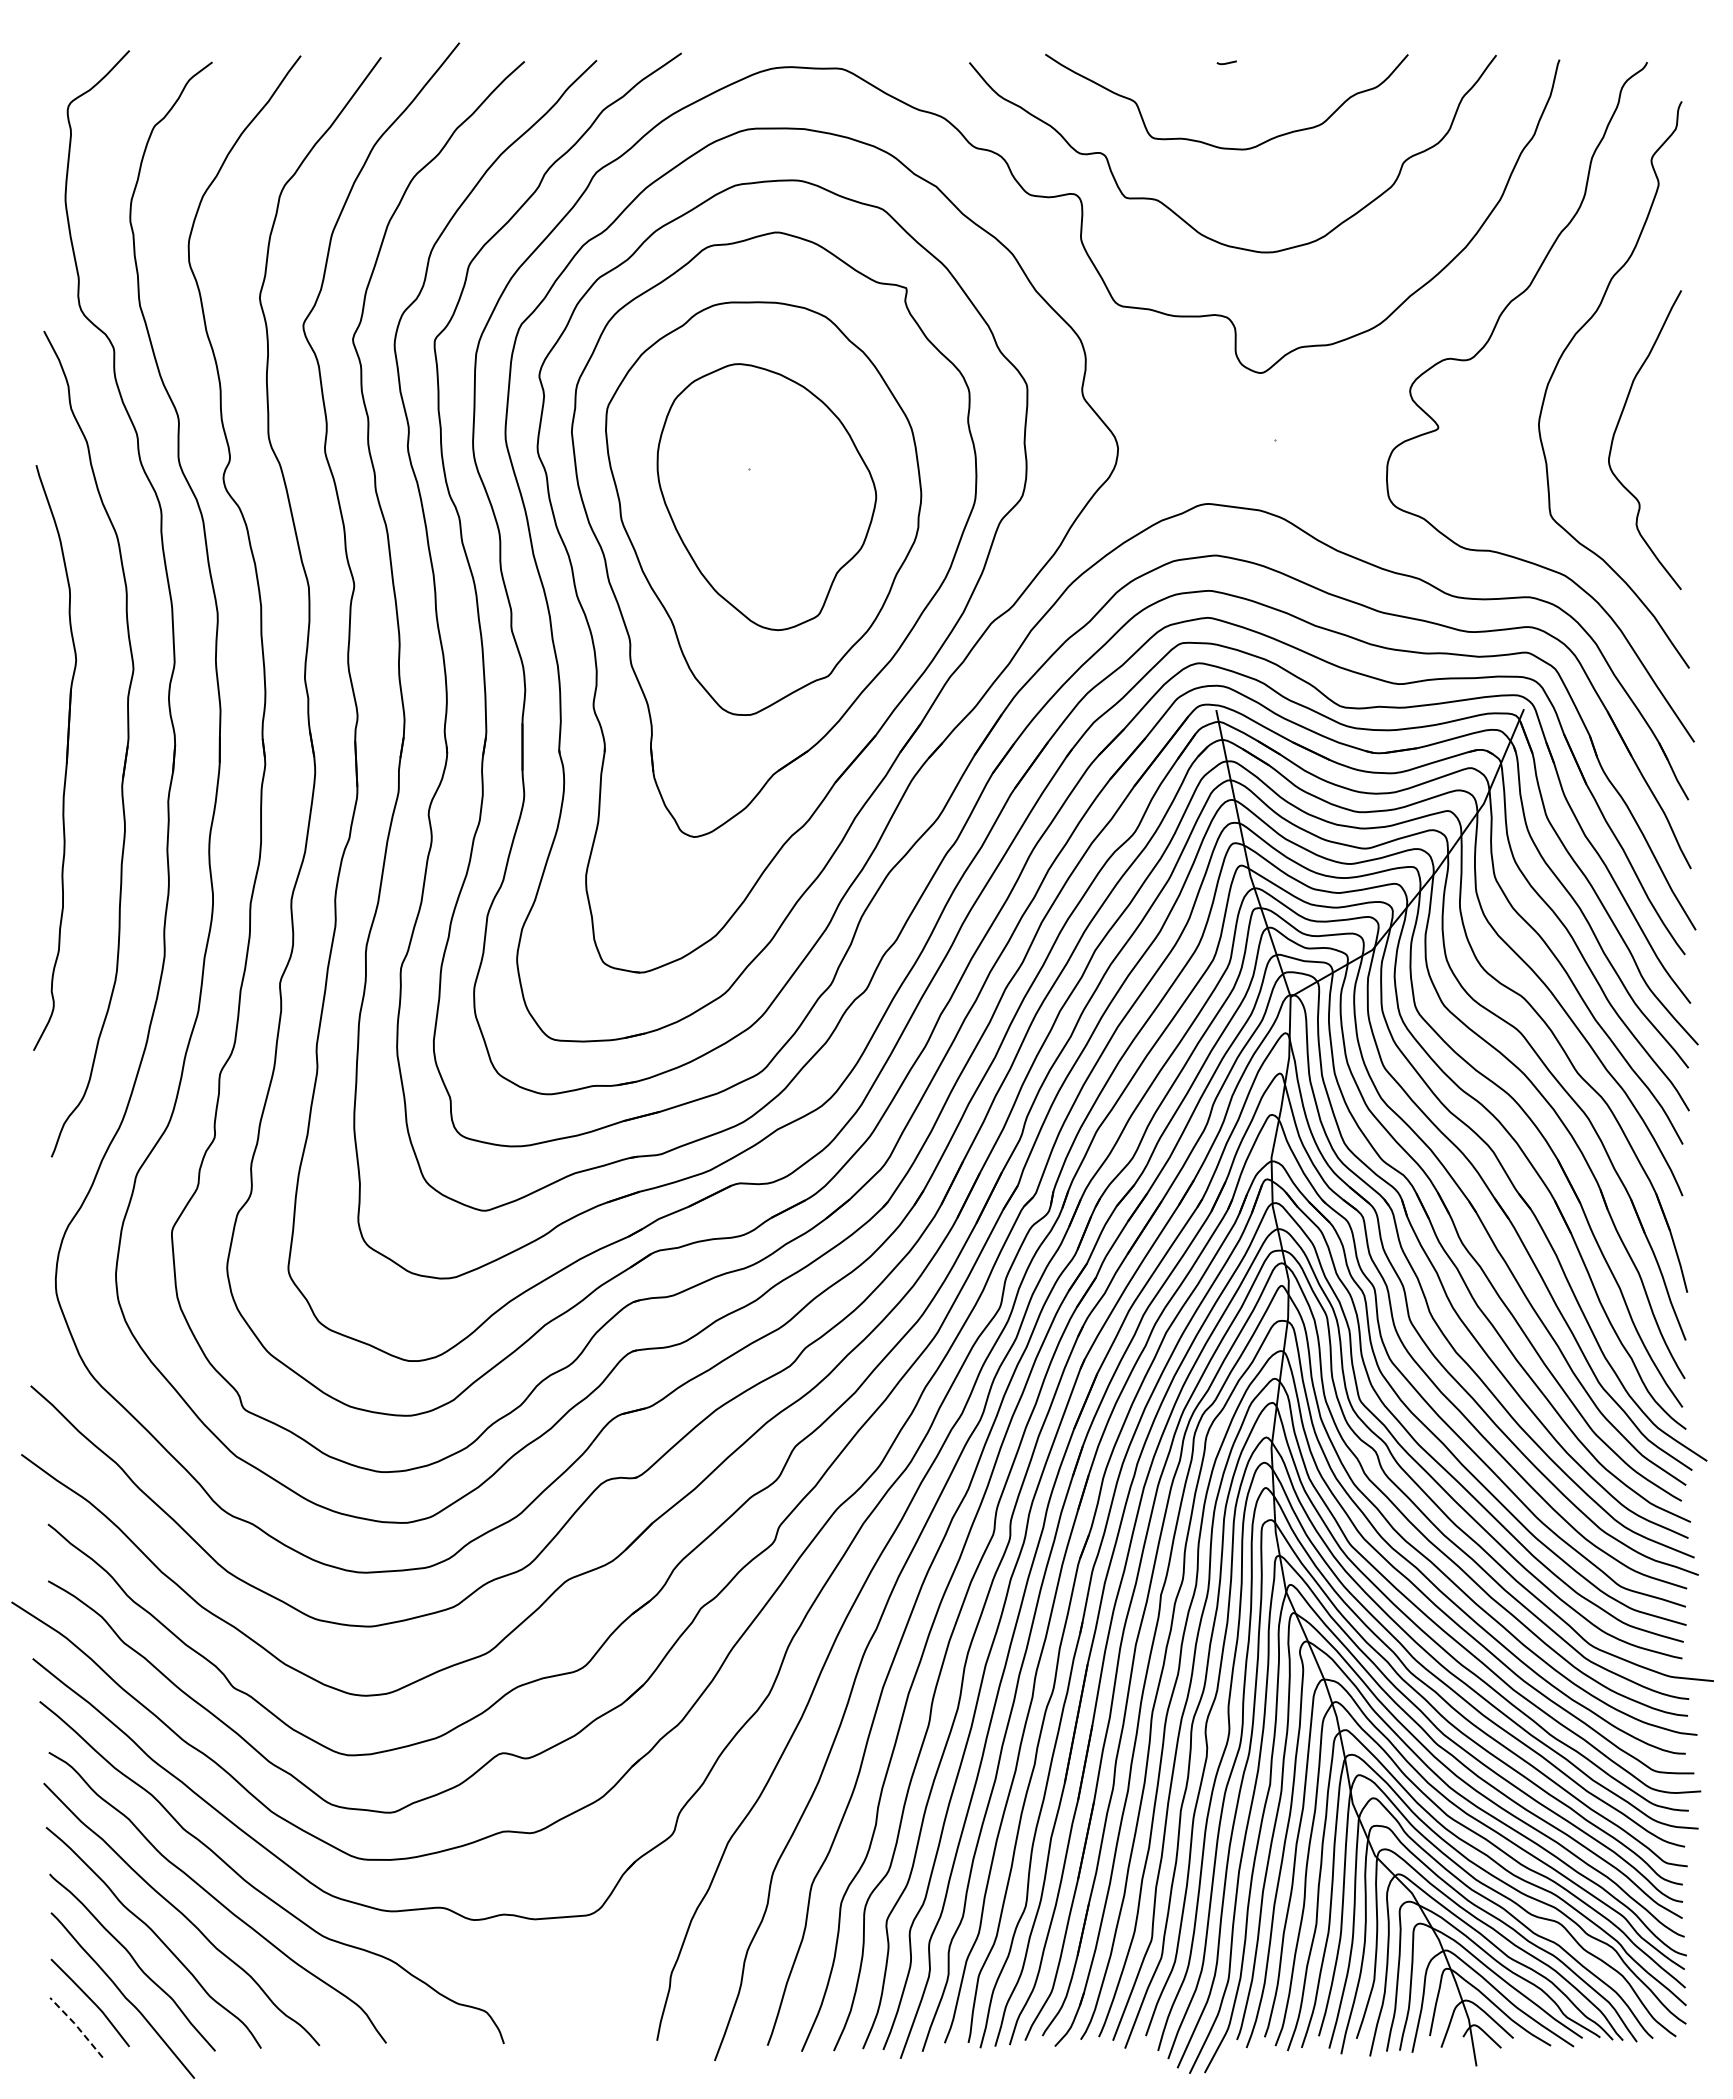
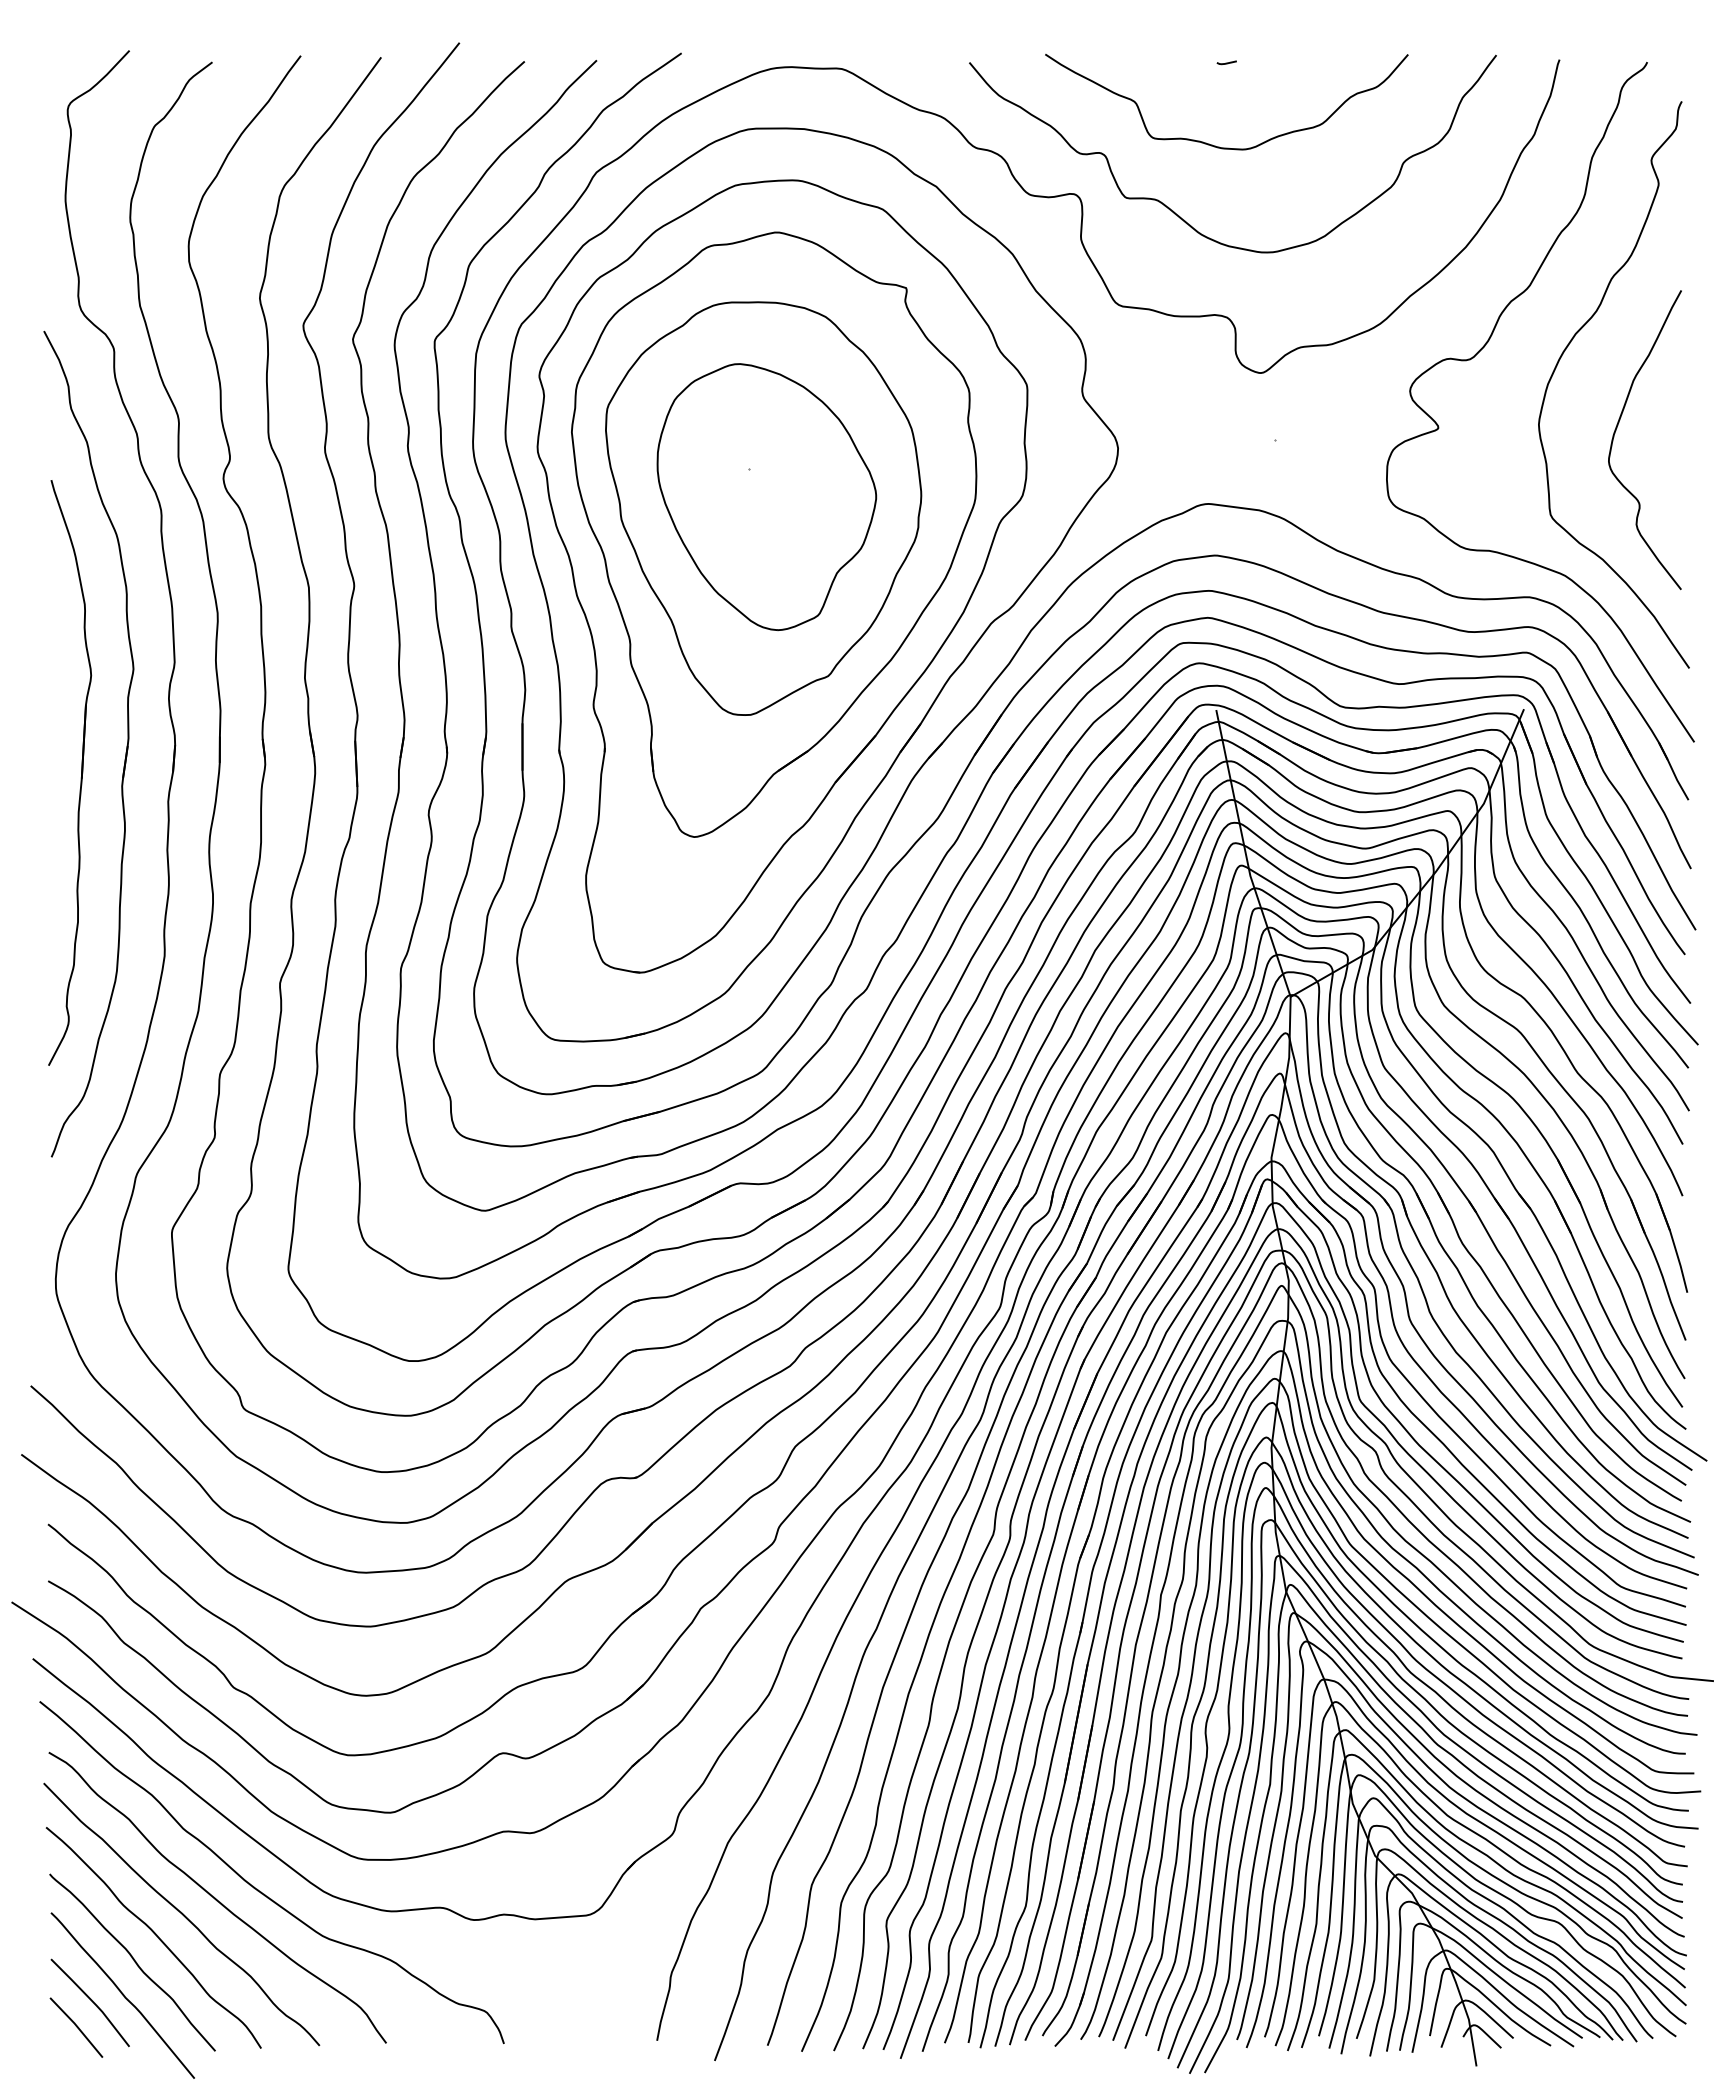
part at (66, 757) position: (66, 757) -> (81, 772)
line at (77, 2026): dashed -> solid
